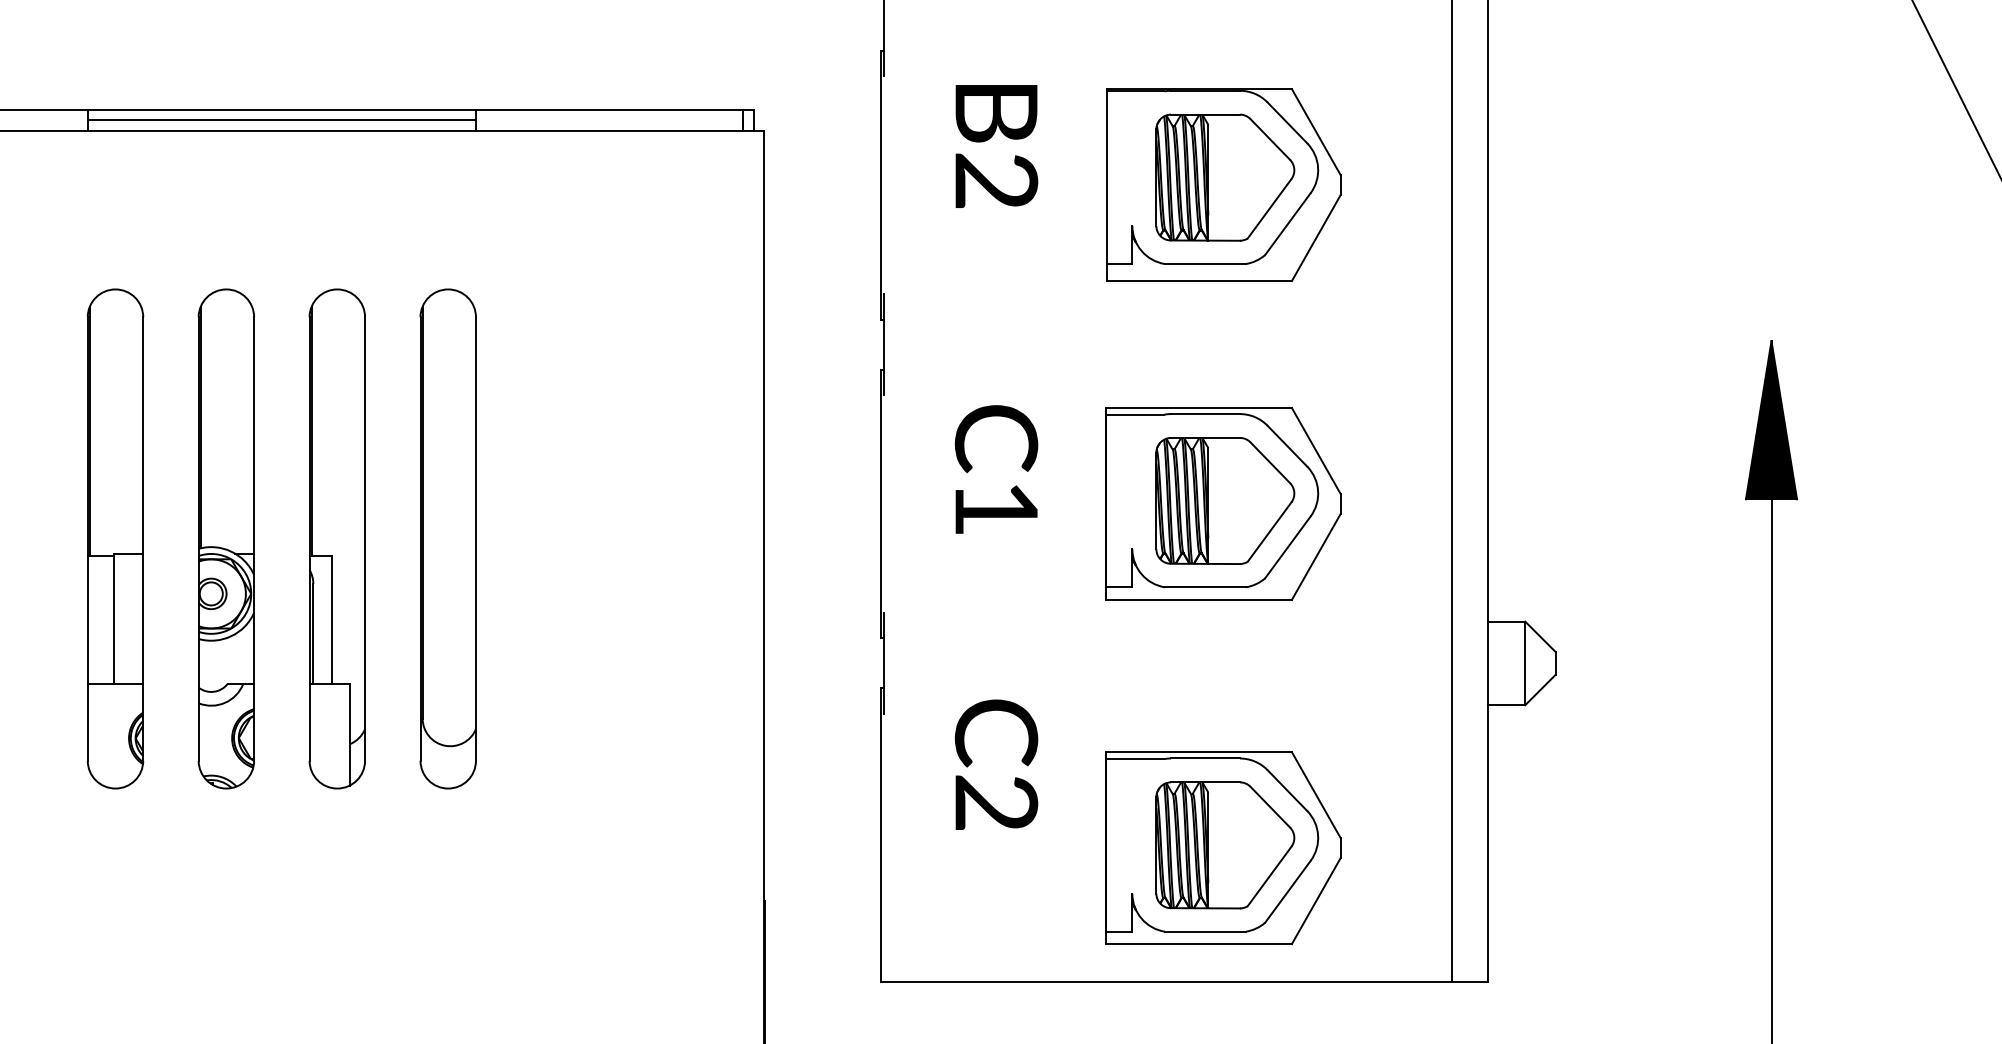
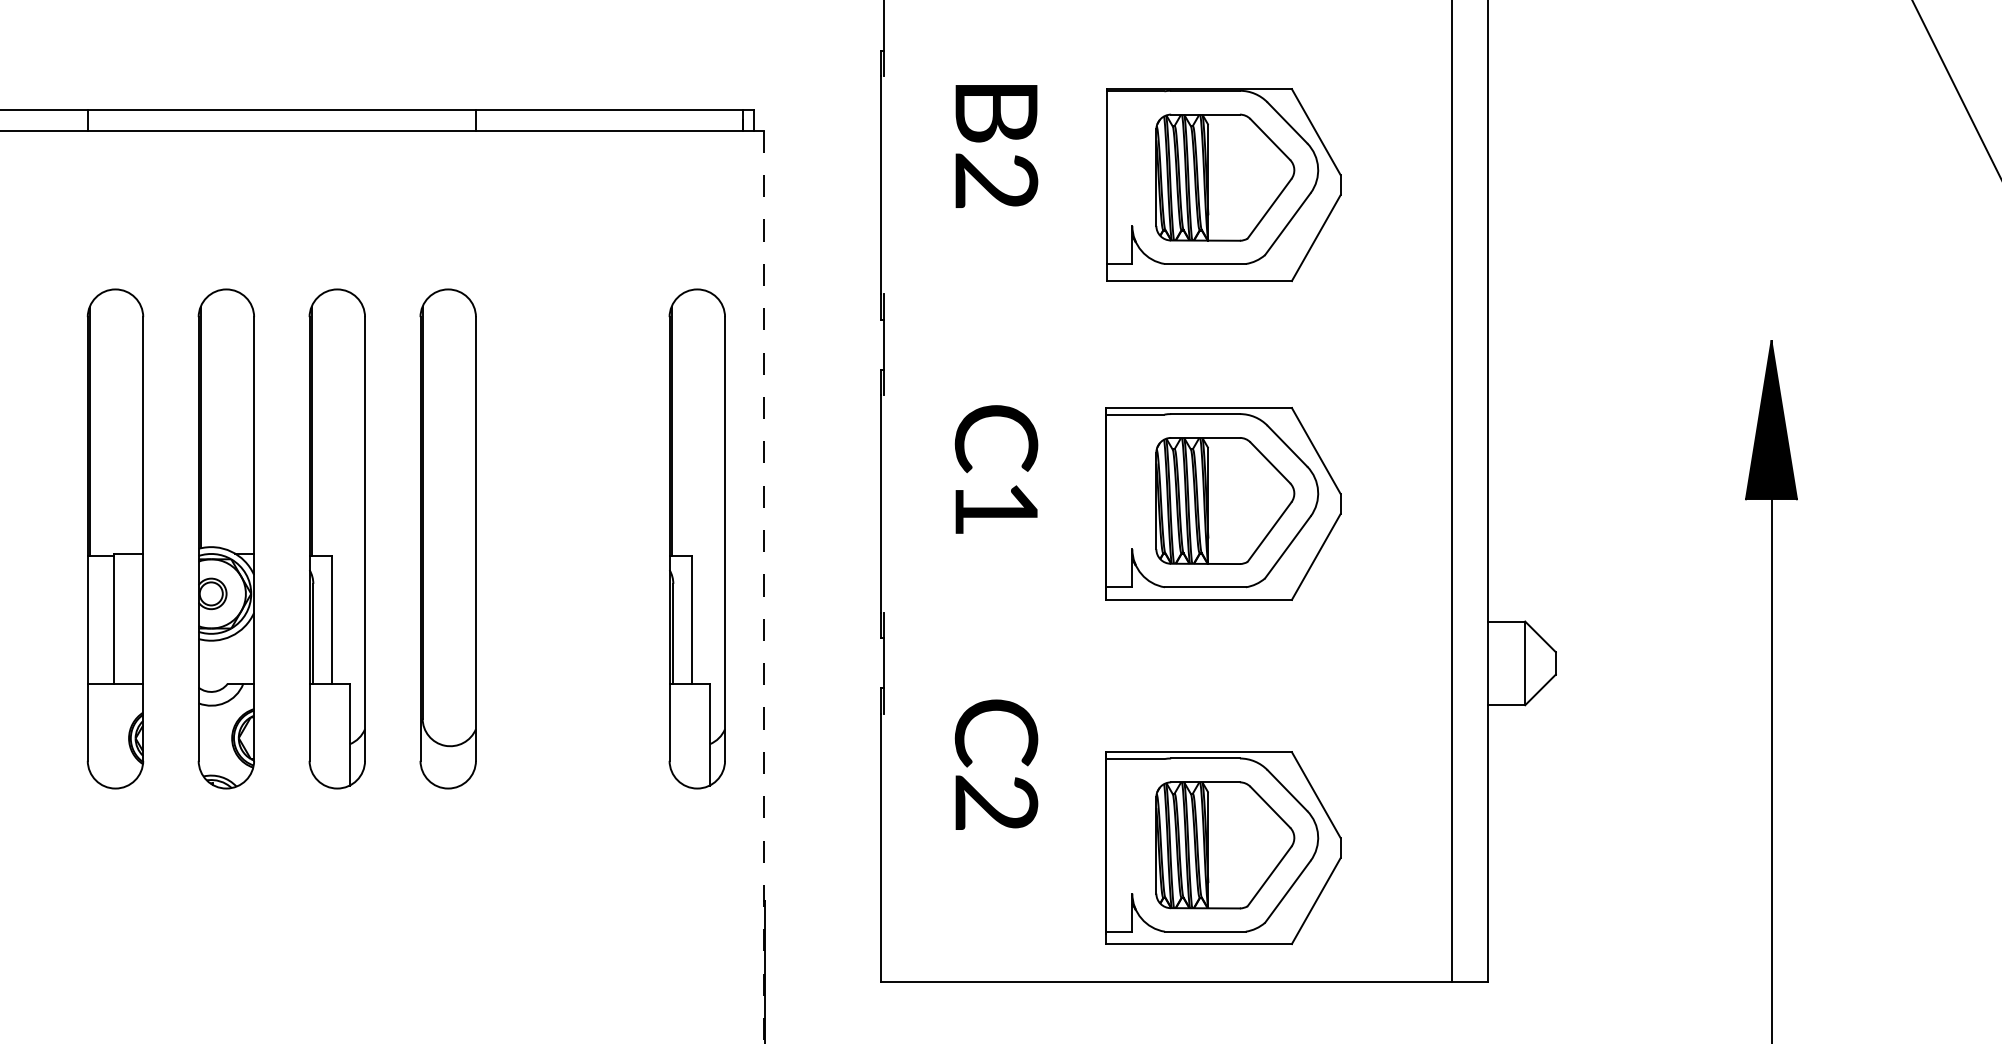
line at (282, 120): present -> none
part at (696, 538): none -> present
line at (764, 586): solid -> dashed
